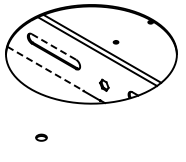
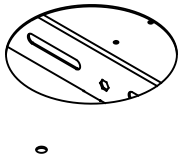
line at (53, 46): dashed -> solid
line at (46, 69): dashed -> solid
part at (41, 137) position: (41, 137) -> (41, 149)
